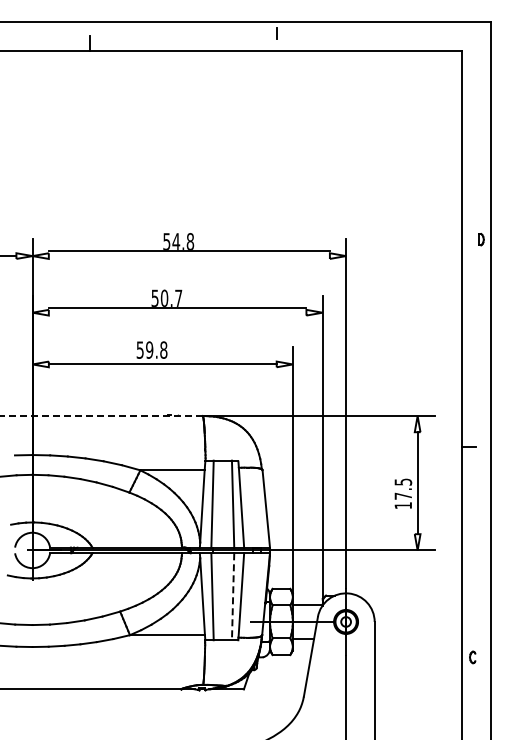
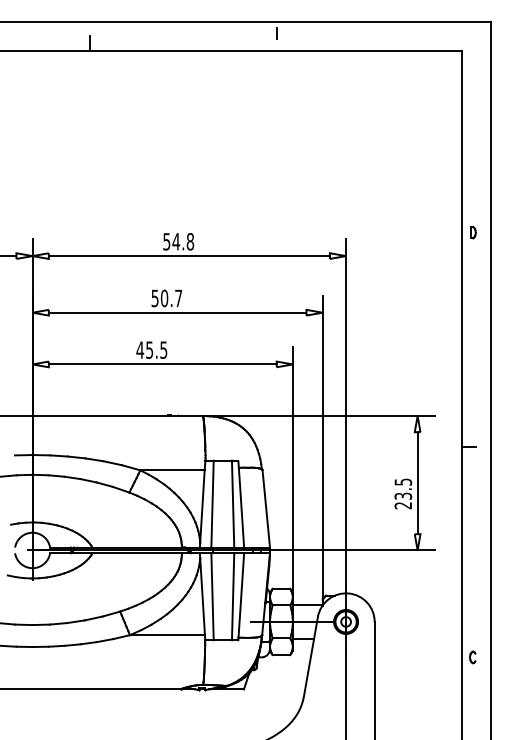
part at (481, 239) position: (481, 239) -> (473, 232)
line at (188, 251) position: (188, 251) -> (188, 256)
line at (177, 307) position: (177, 307) -> (177, 312)
text at (151, 349): 59.8 -> 45.5
line at (101, 416): dashed -> solid
text at (403, 500): 17.5 -> 23.5
line at (233, 597): dashed -> solid
